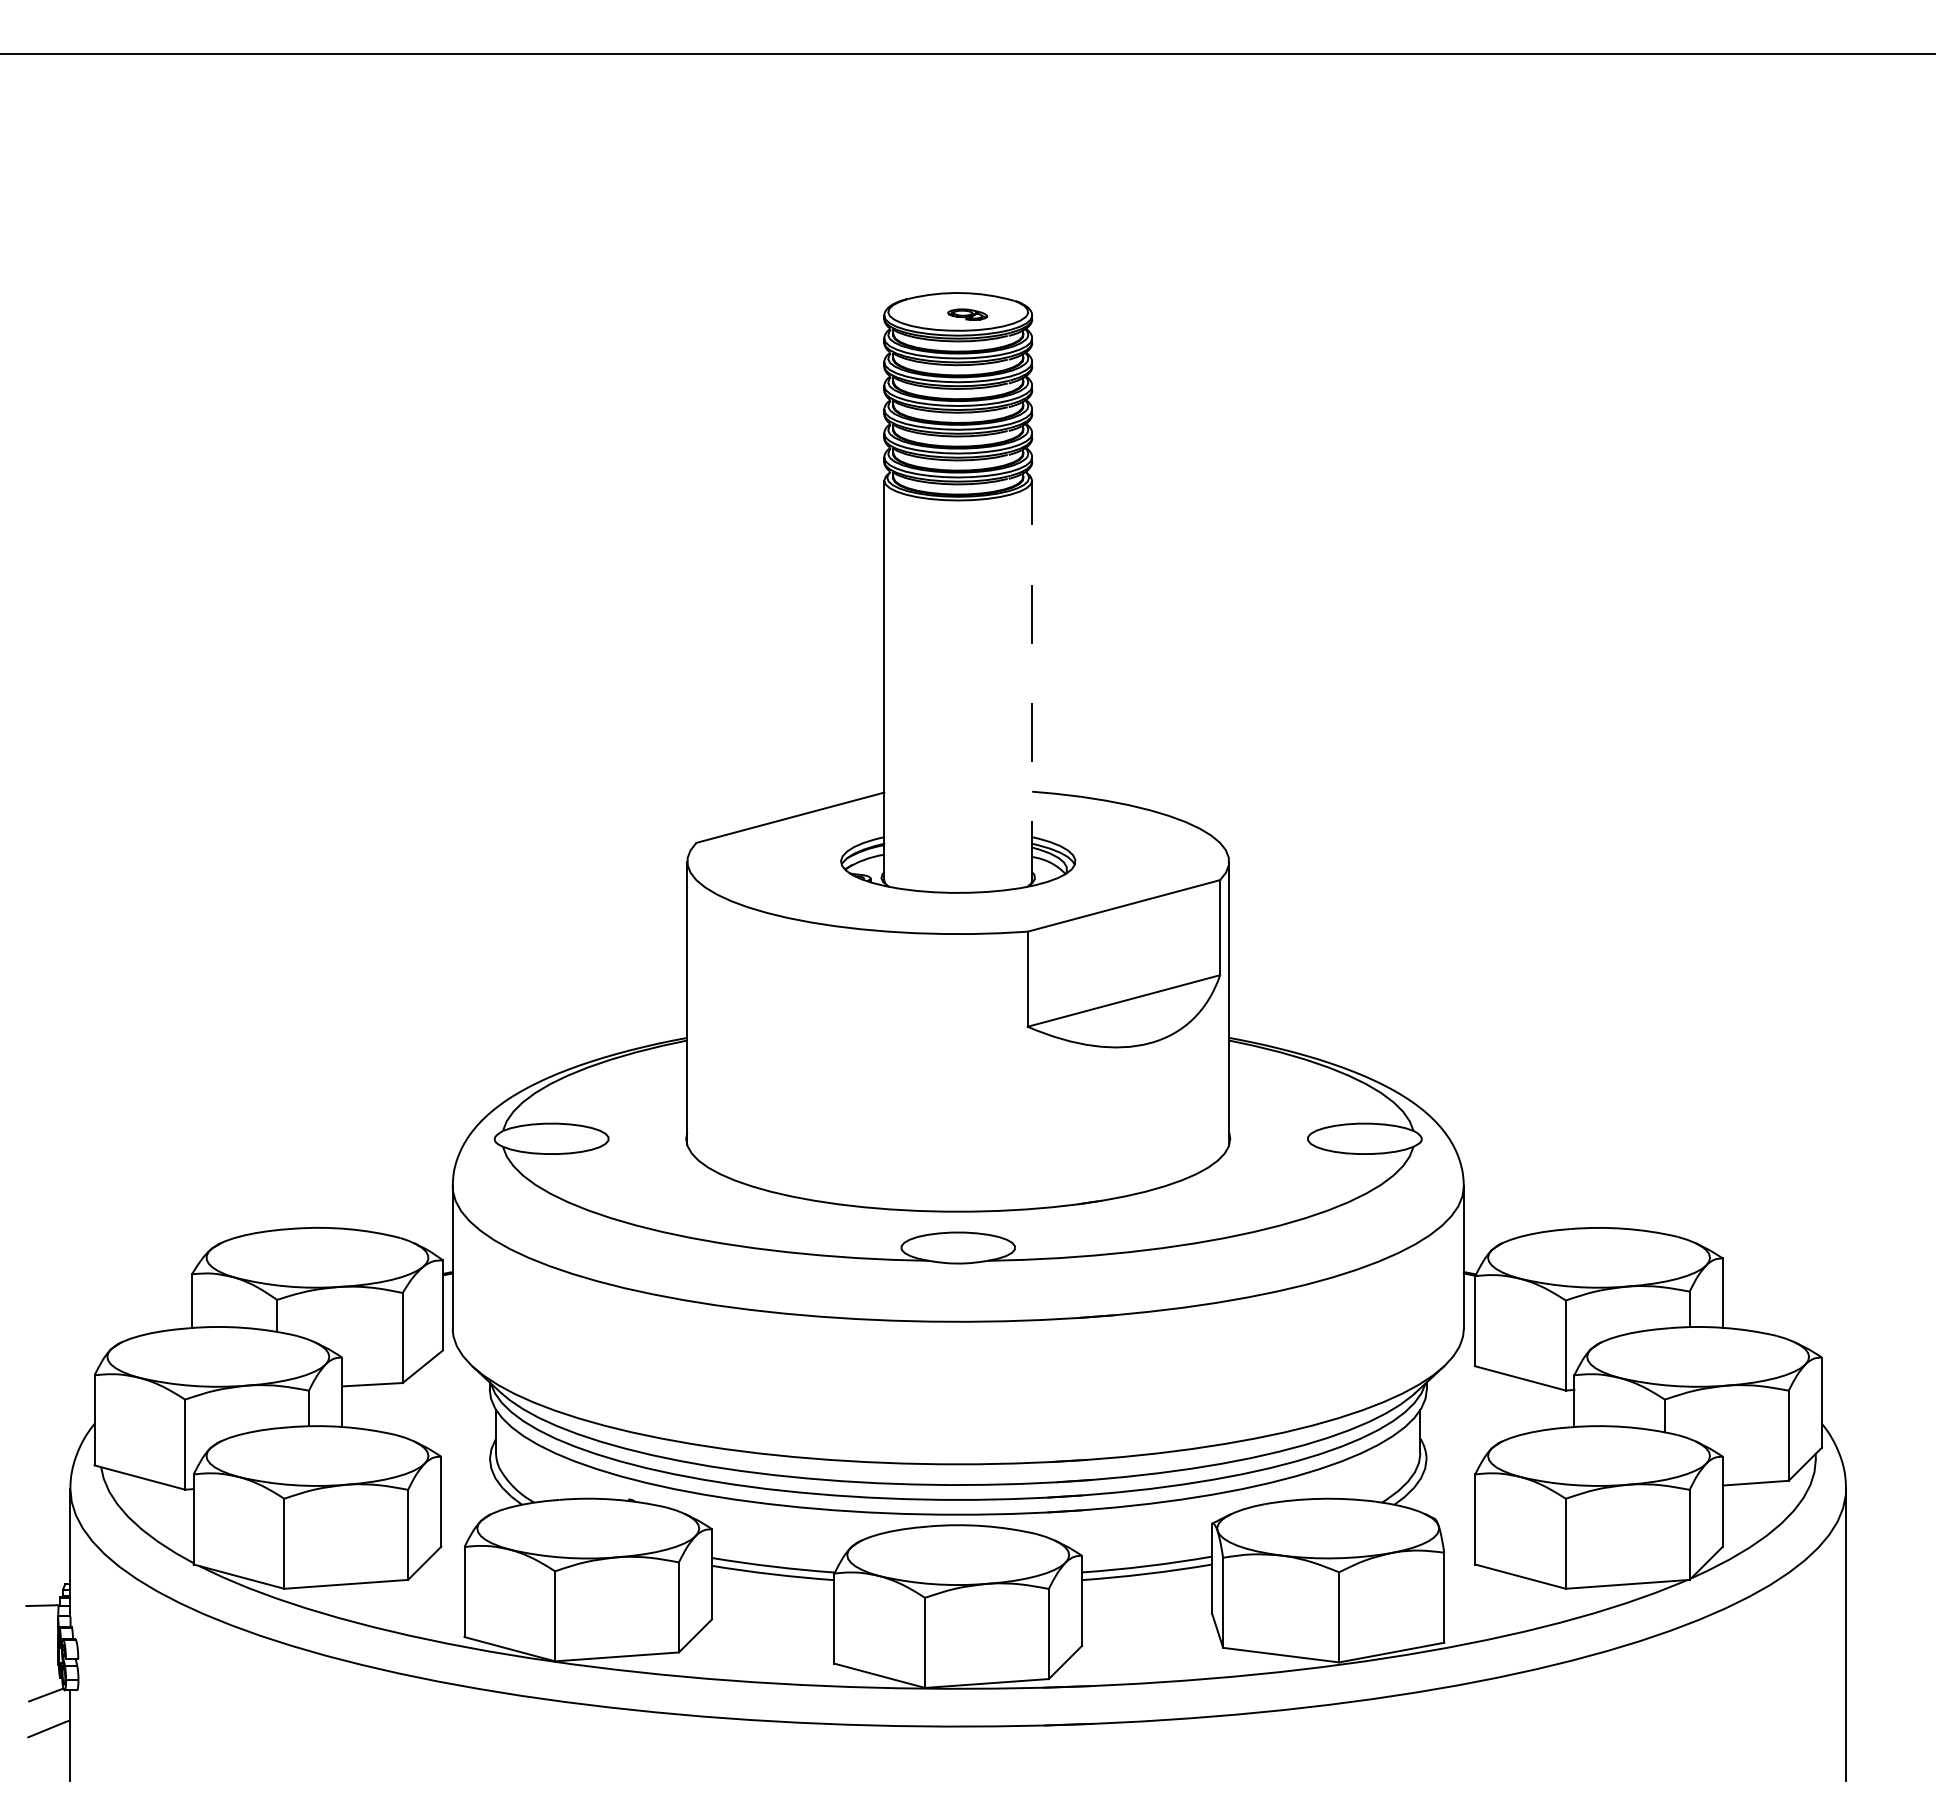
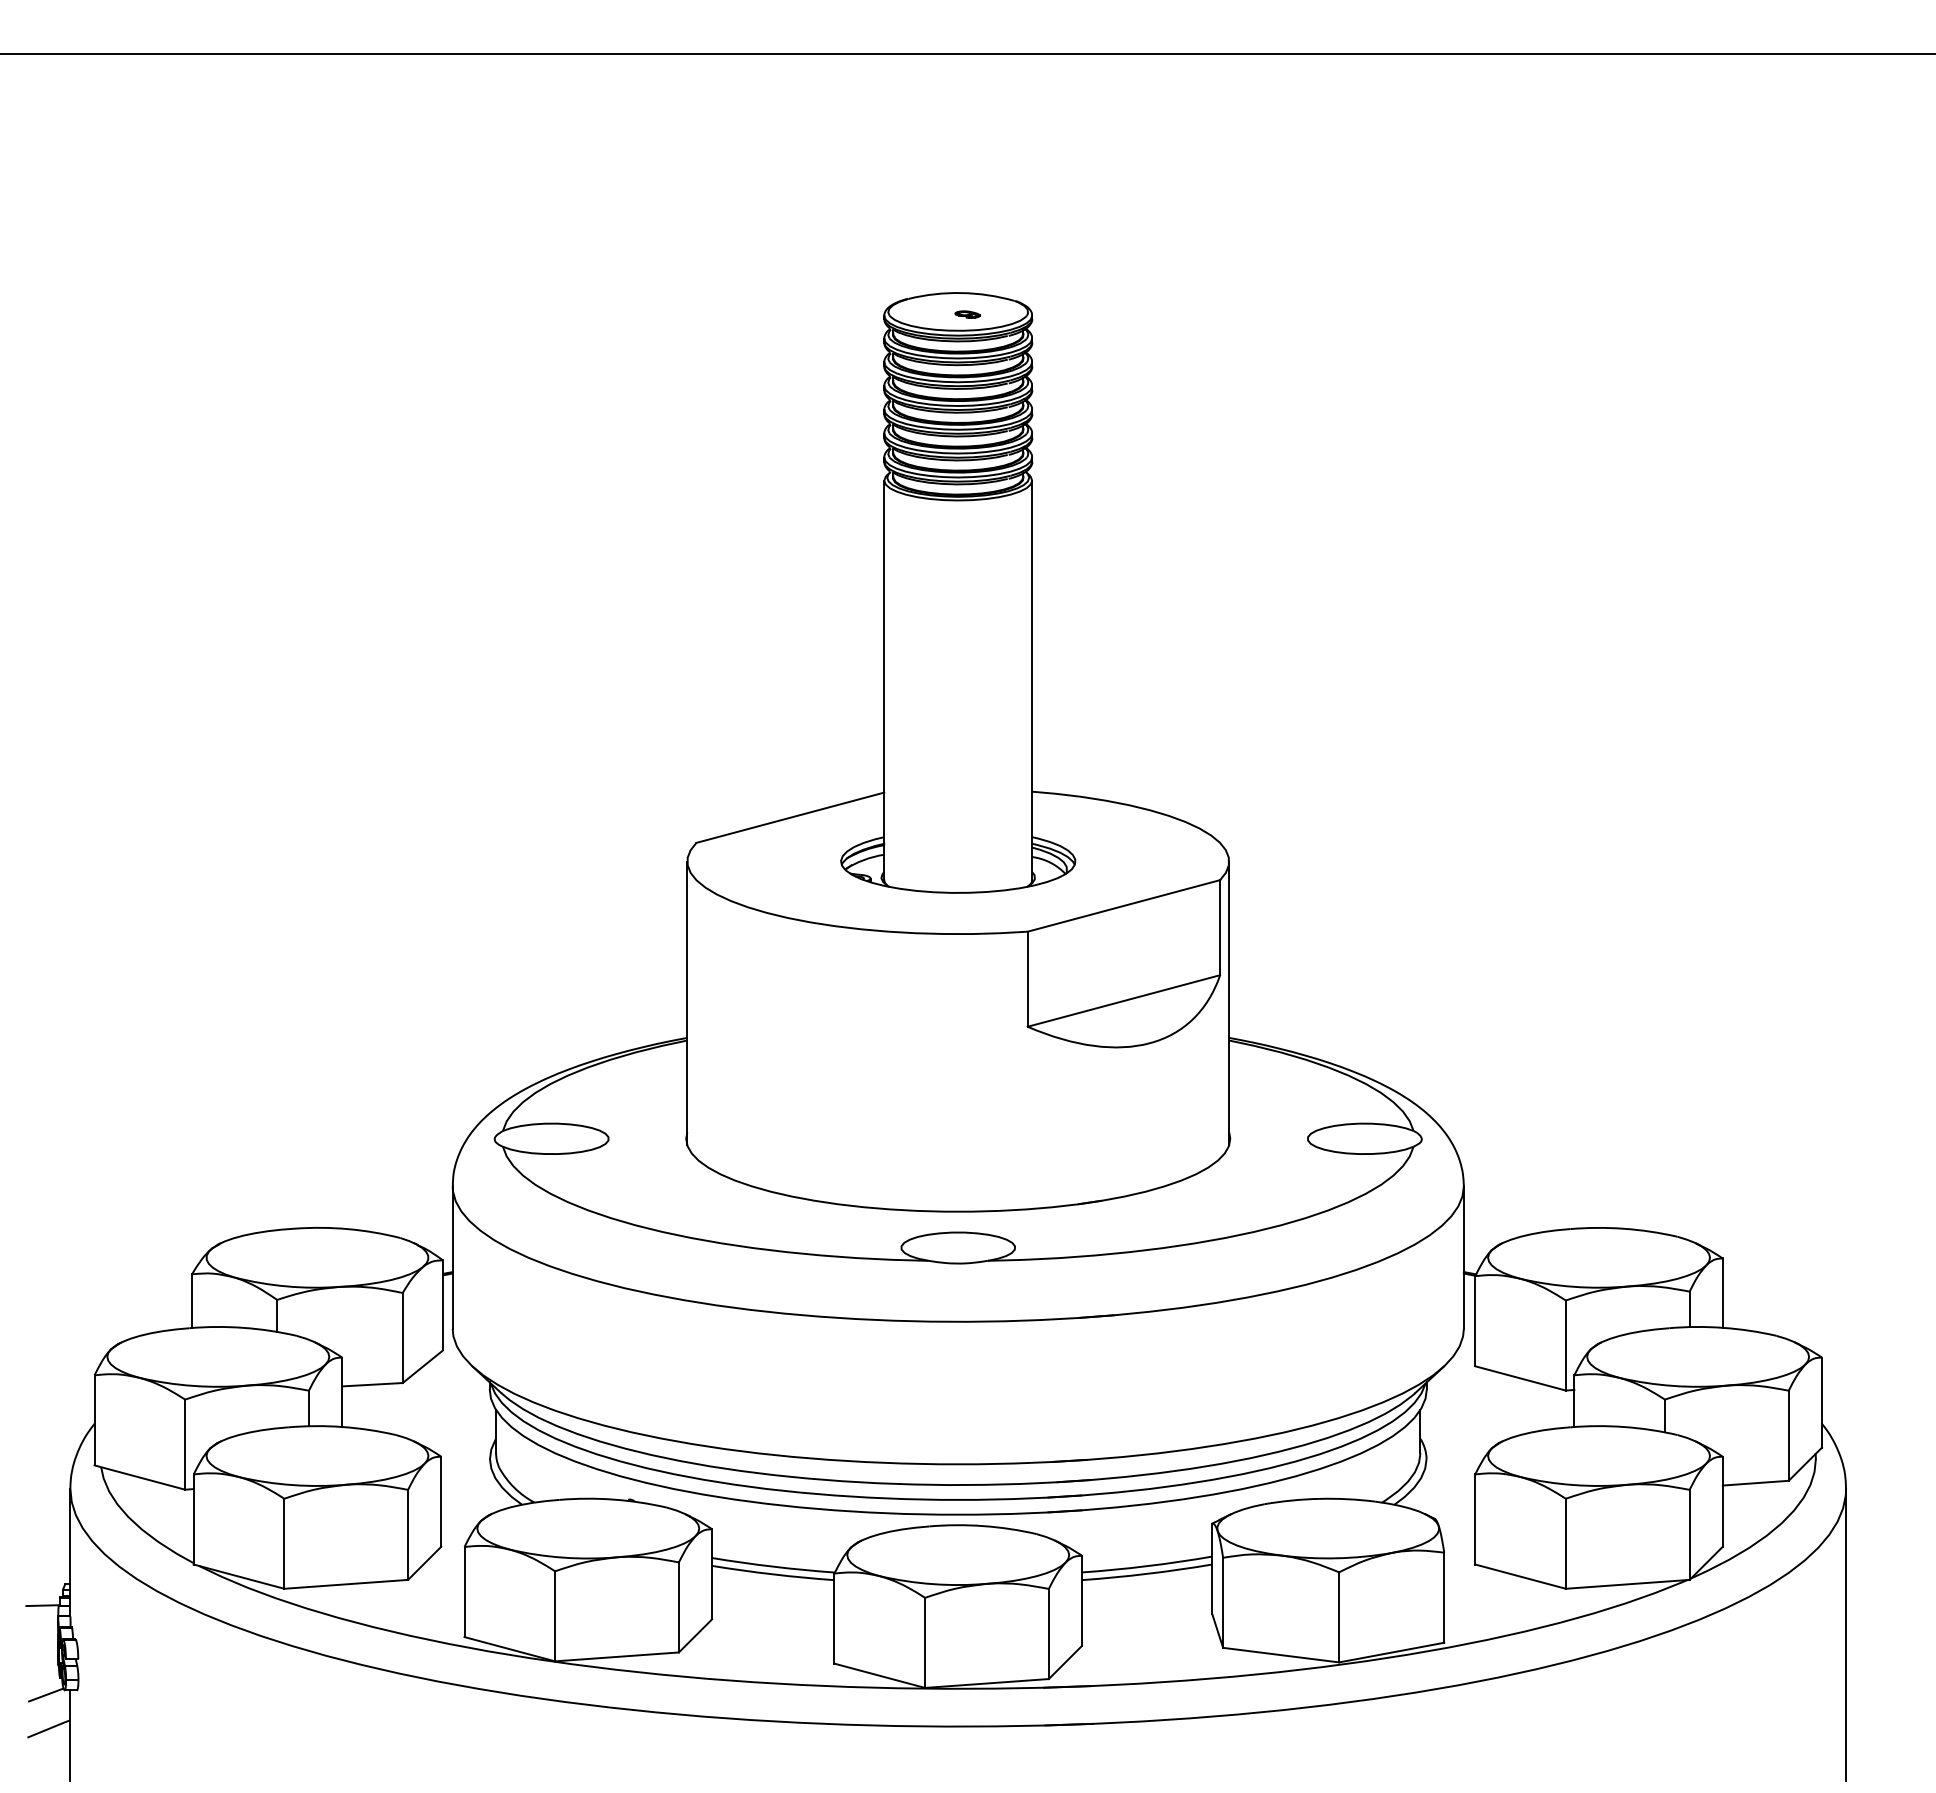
part at (967, 314) size: 42x13 px -> 27x9 px
line at (1032, 680): dashed -> solid
